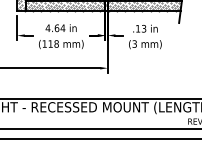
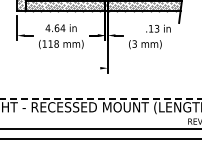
text at (145, 28) position: (145, 28) -> (158, 28)
line at (51, 68): present -> none
line at (101, 98): solid -> dashed
